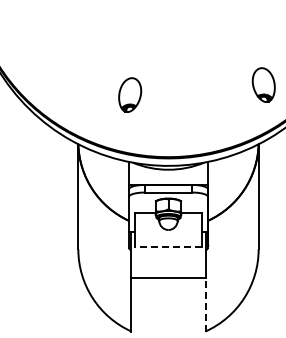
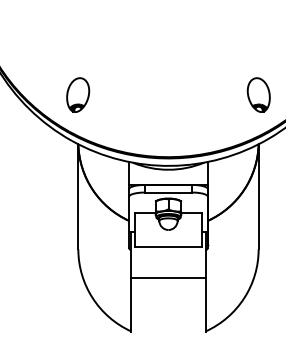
part at (263, 84) position: (263, 84) -> (258, 94)
part at (130, 94) position: (130, 94) -> (78, 94)
line at (168, 247): dashed -> solid
line at (205, 304): dashed -> solid
